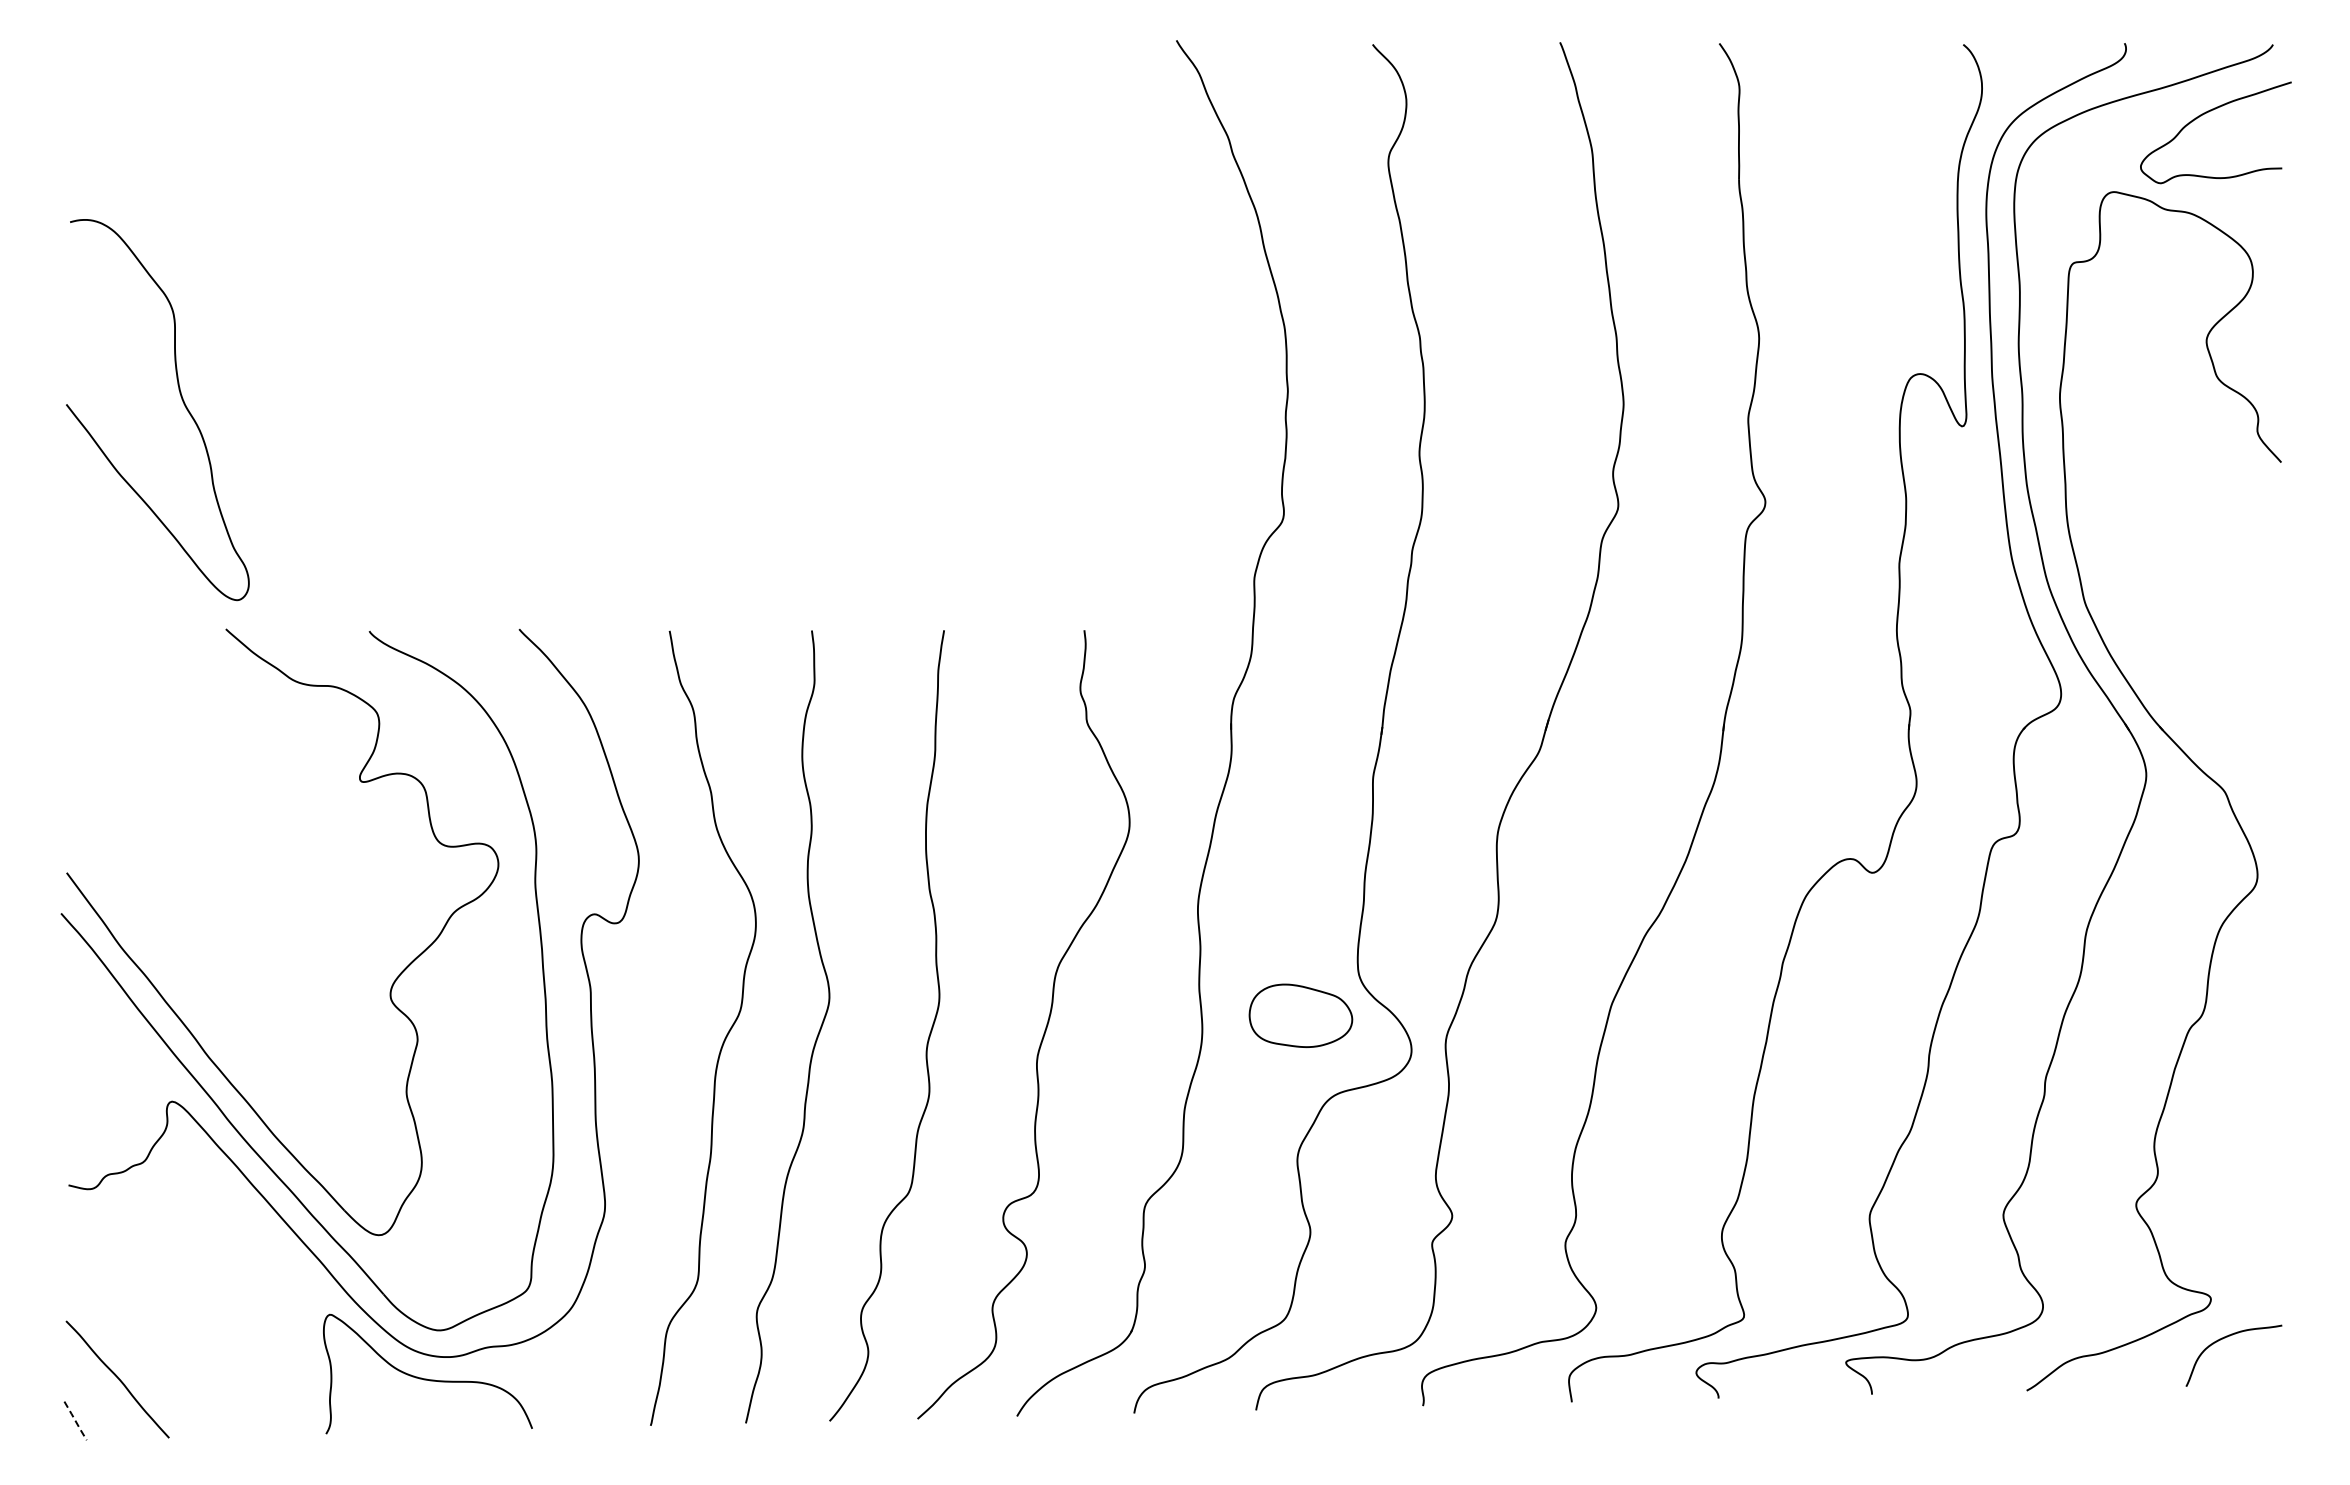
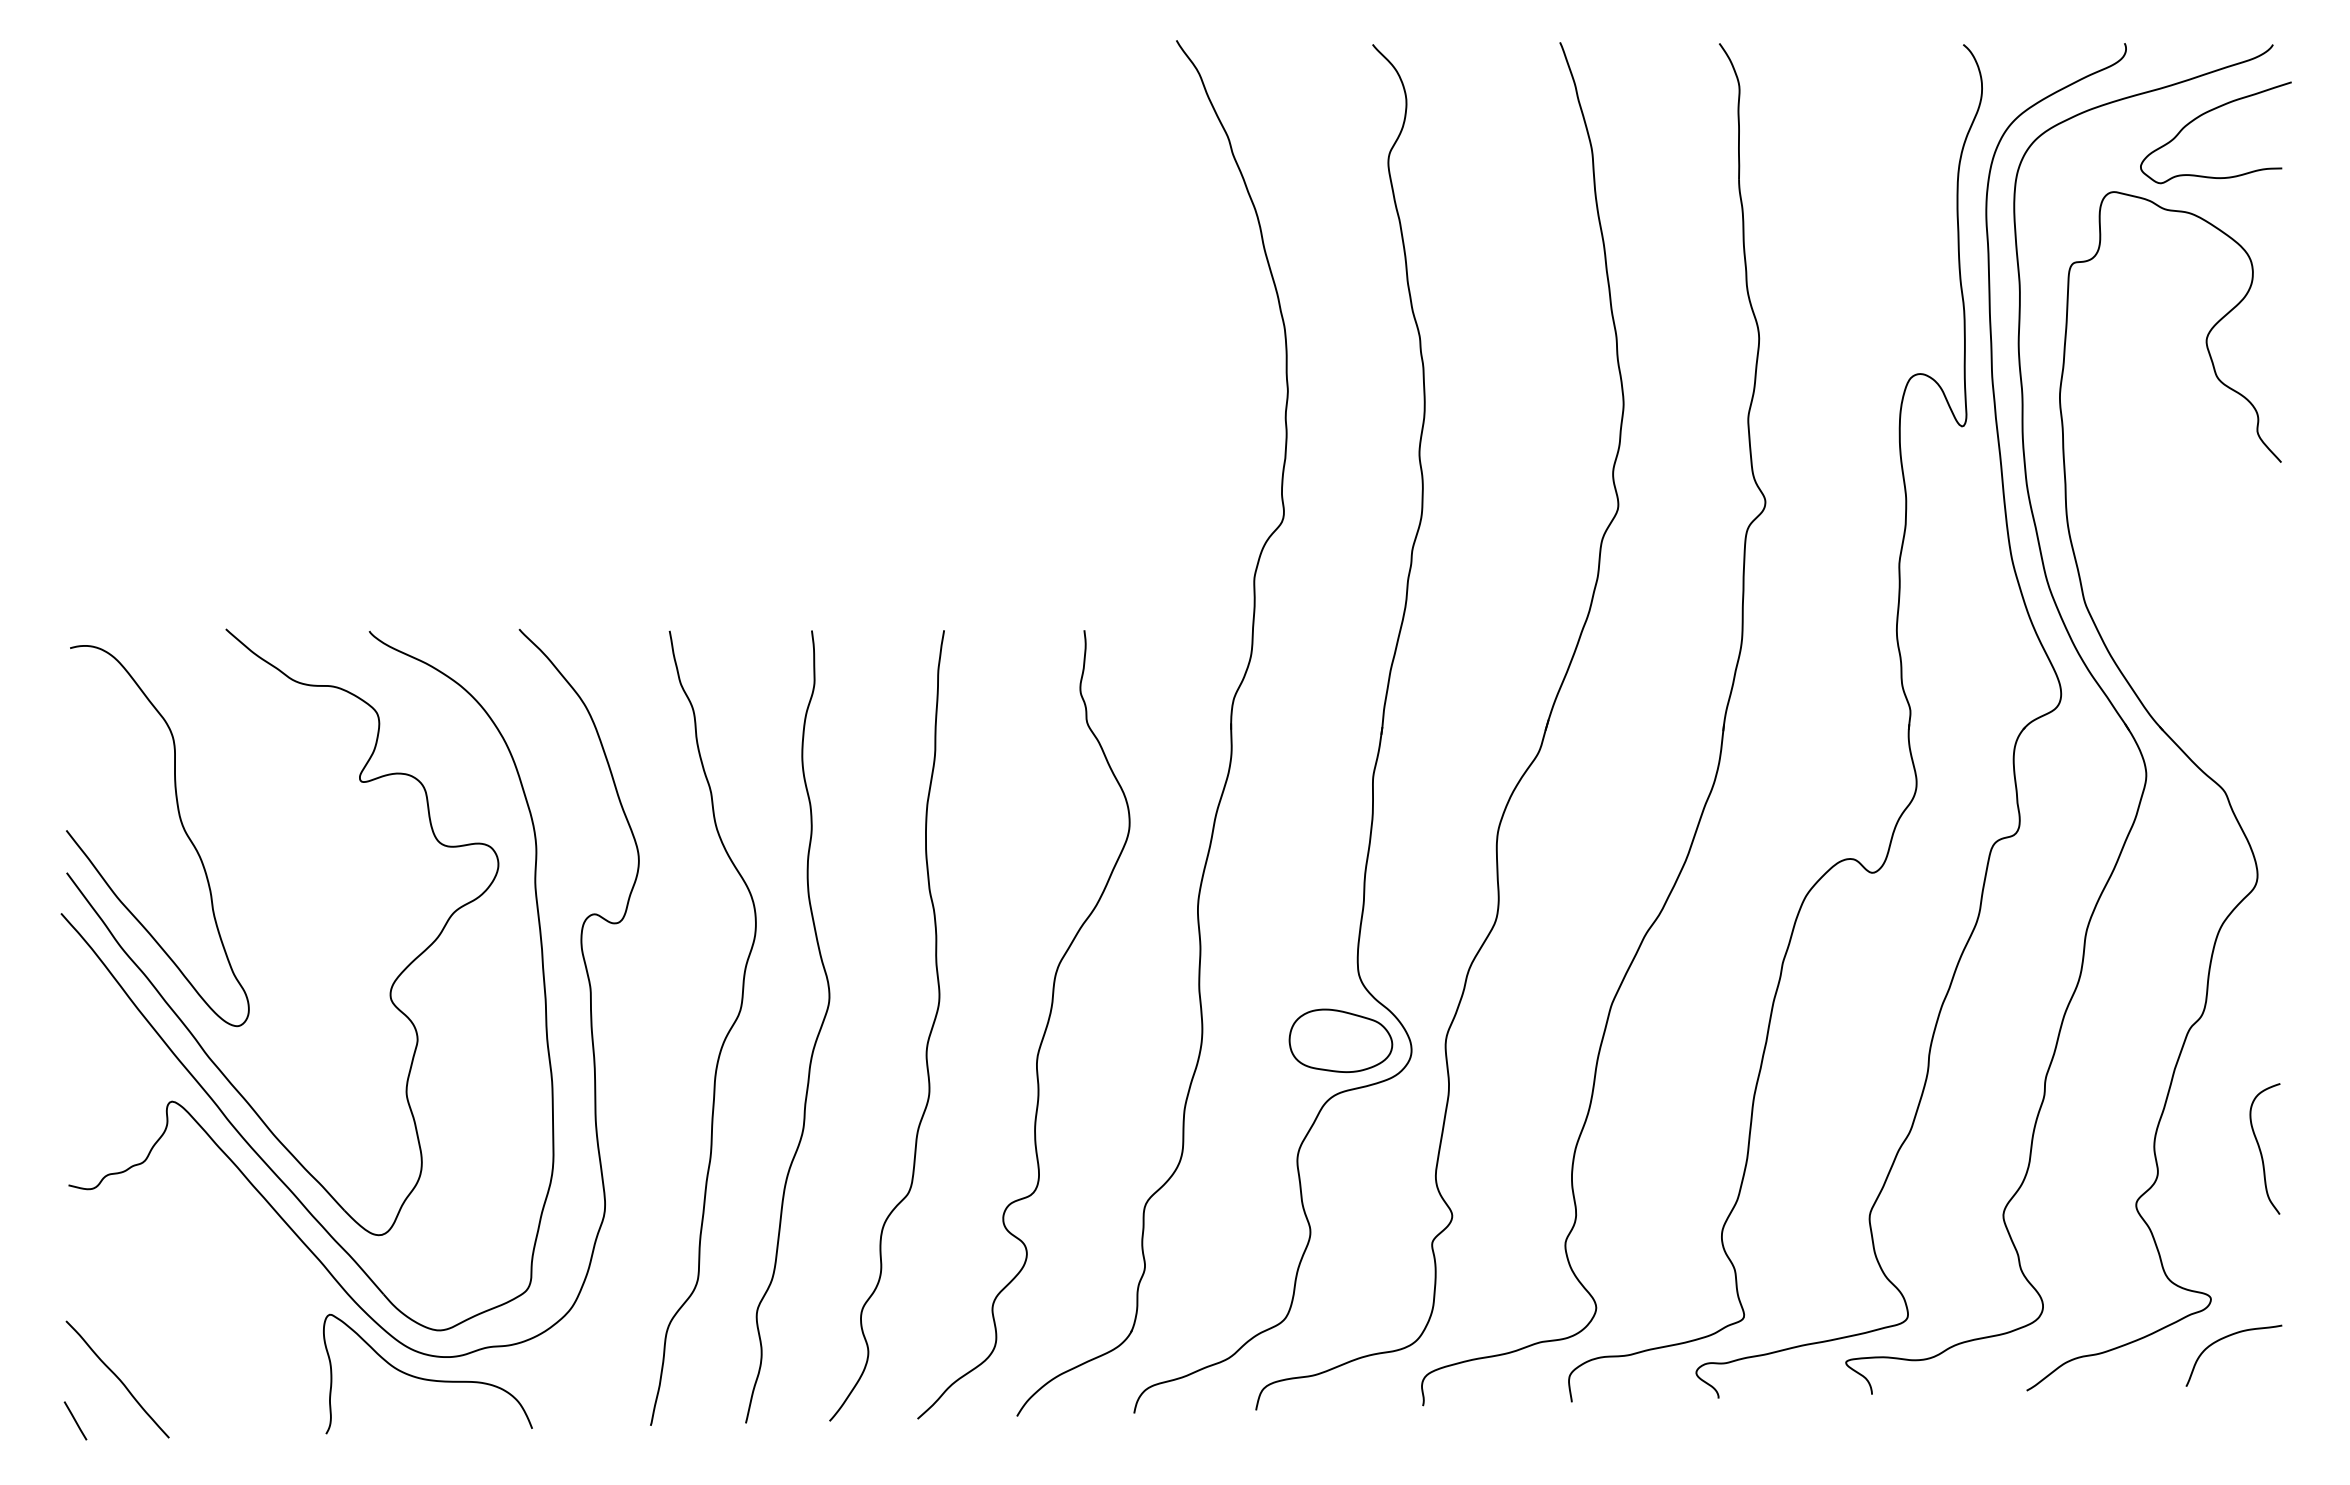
curve at (181, 399) position: (181, 399) -> (181, 825)
part at (1300, 1015) position: (1300, 1015) -> (1340, 1040)
curve at (2261, 1150): none -> present
line at (75, 1420): dashed -> solid
